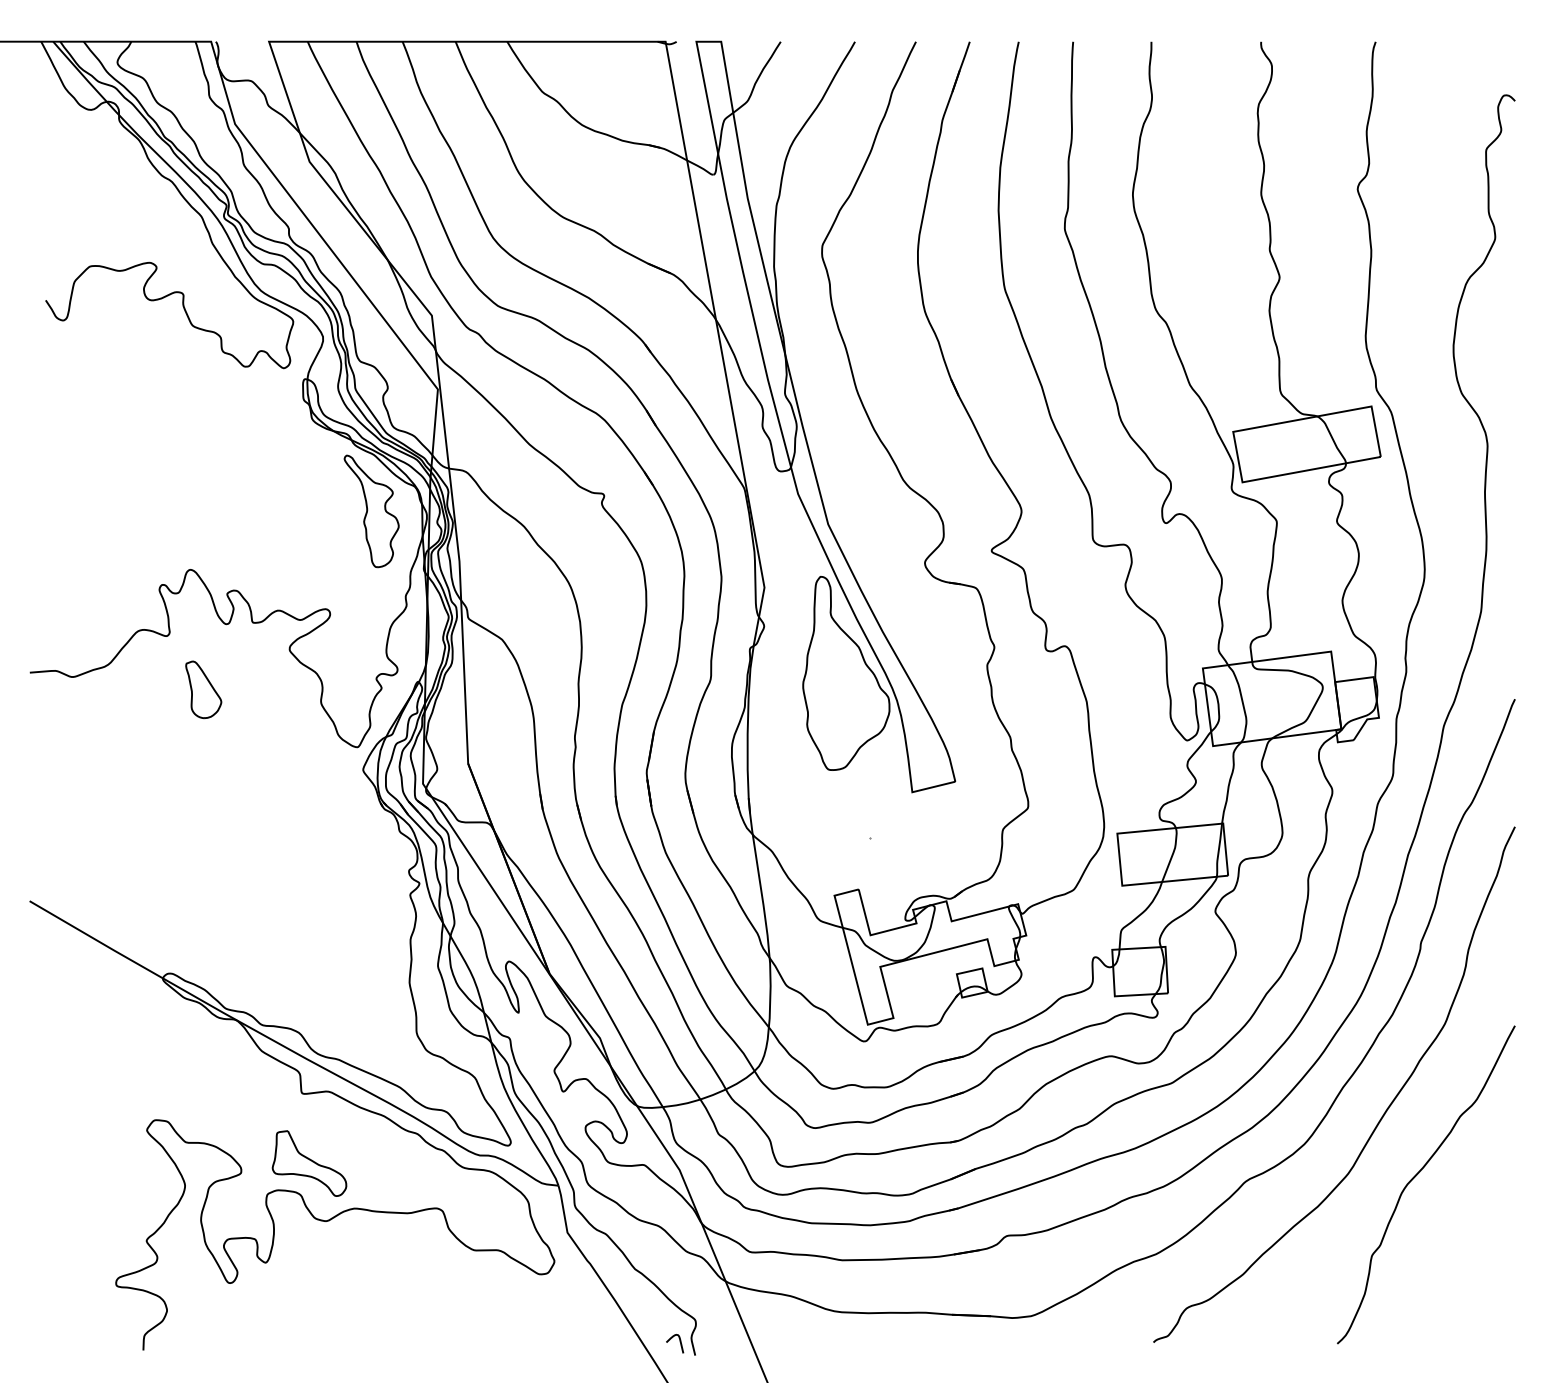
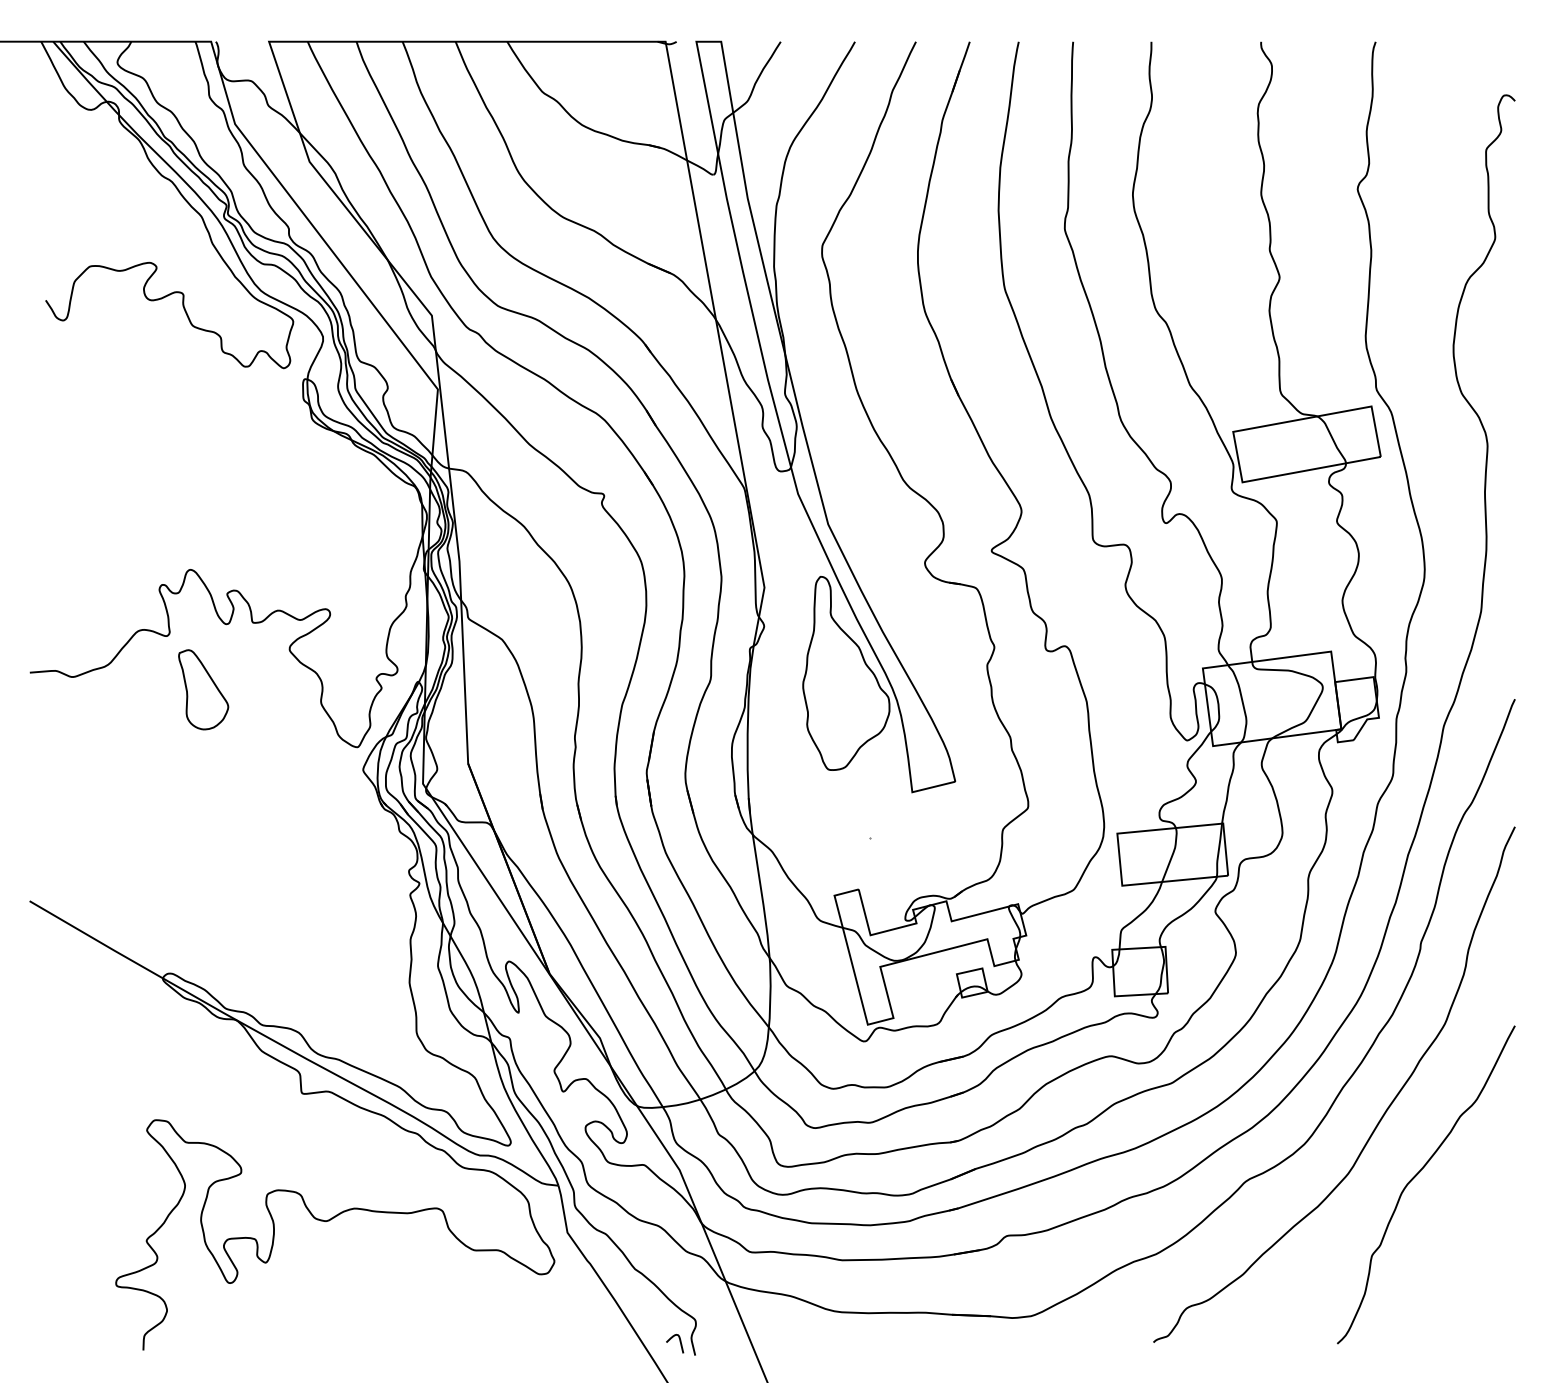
part at (371, 511): present -> none
part at (203, 689) size: 38x60 px -> 52x82 px
part at (309, 1163): present -> none
